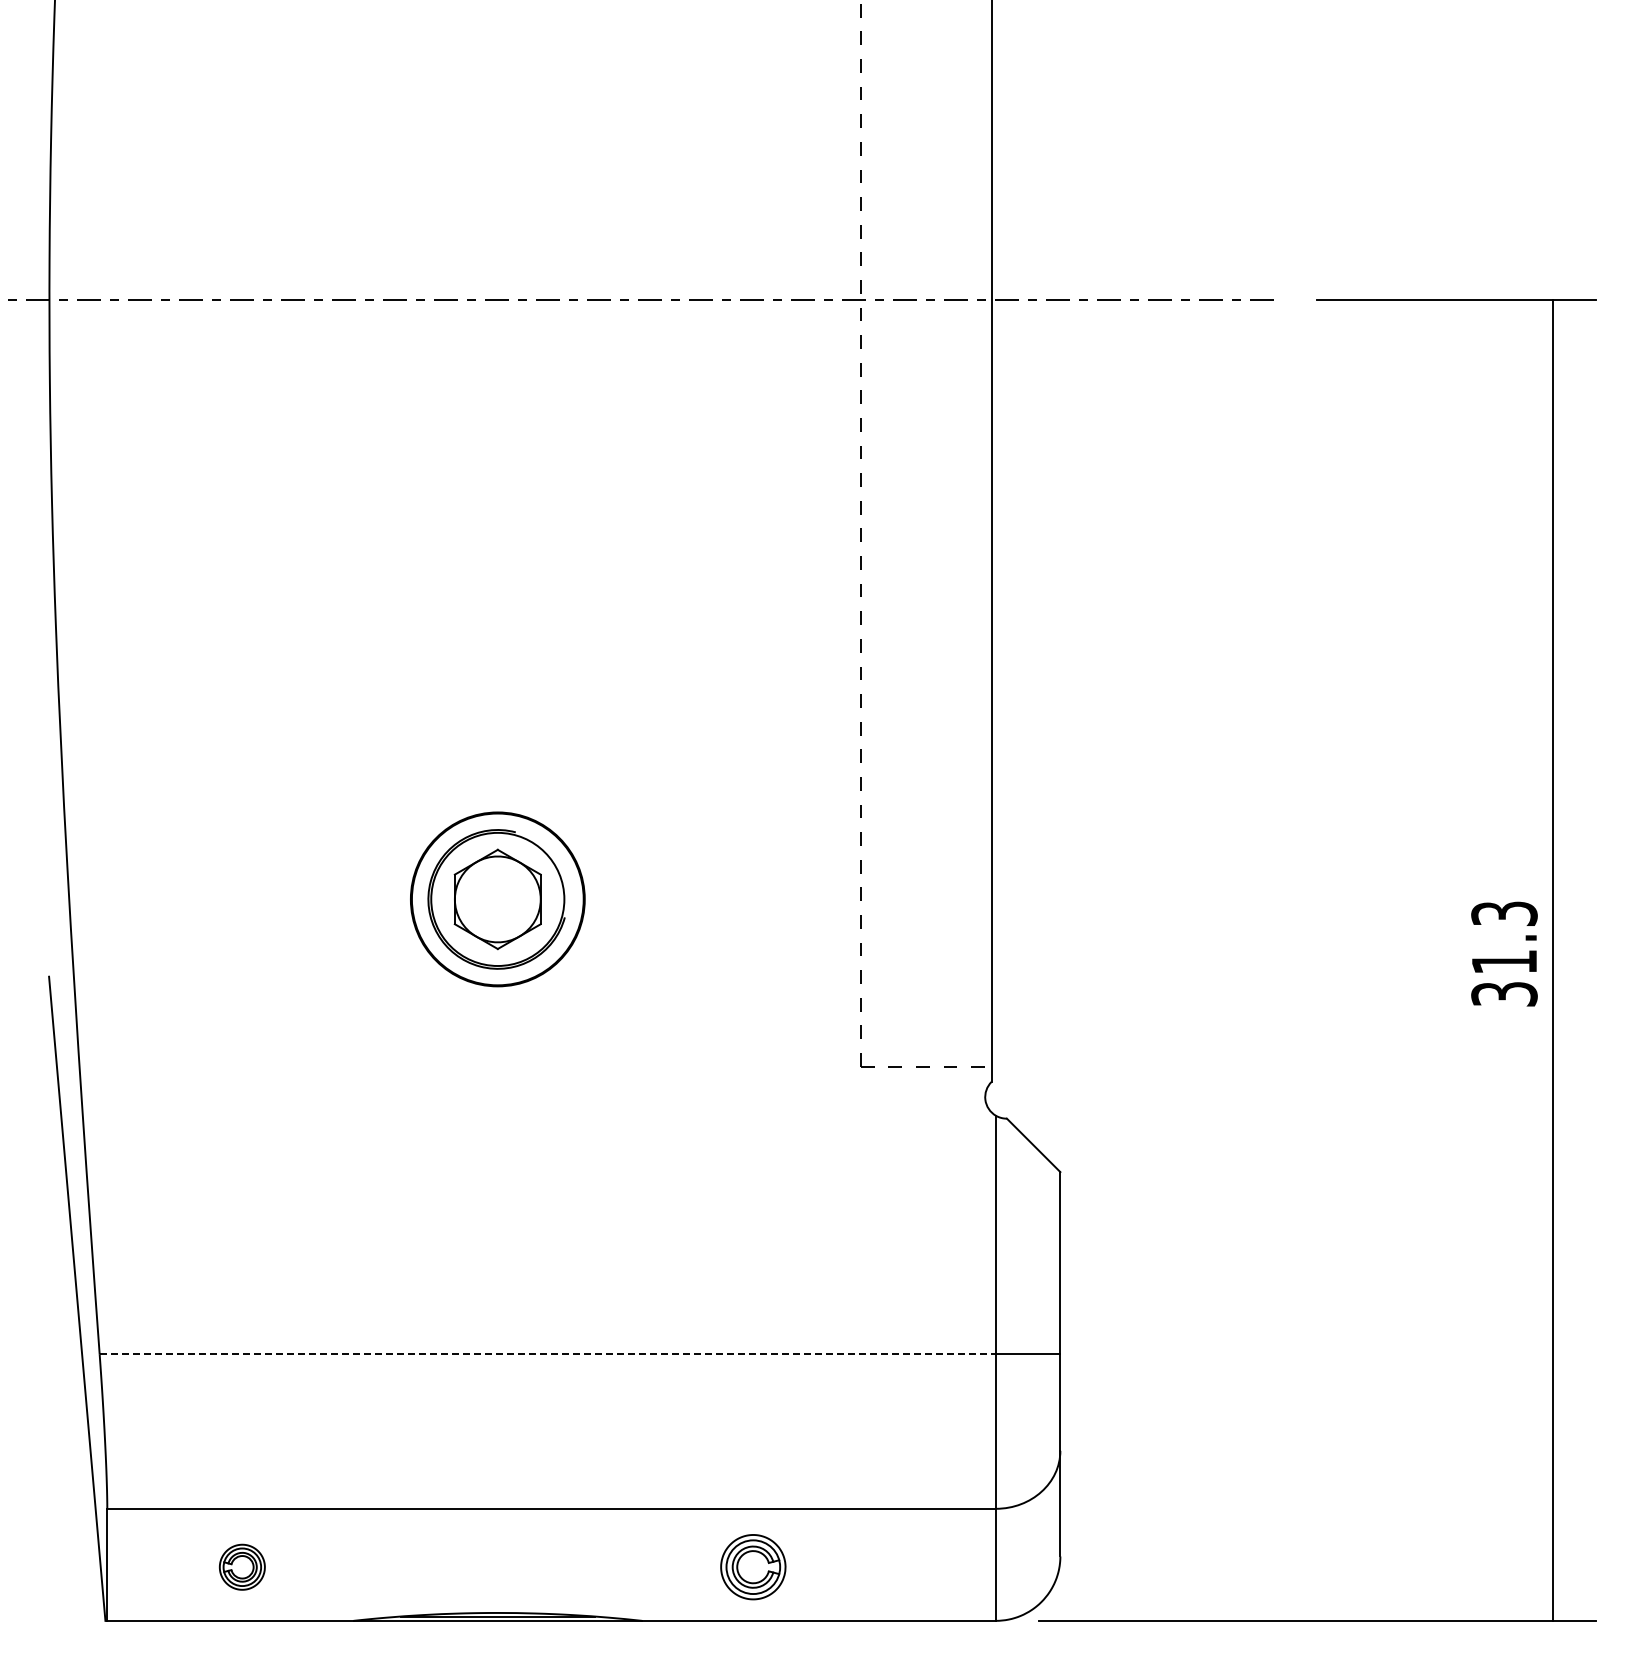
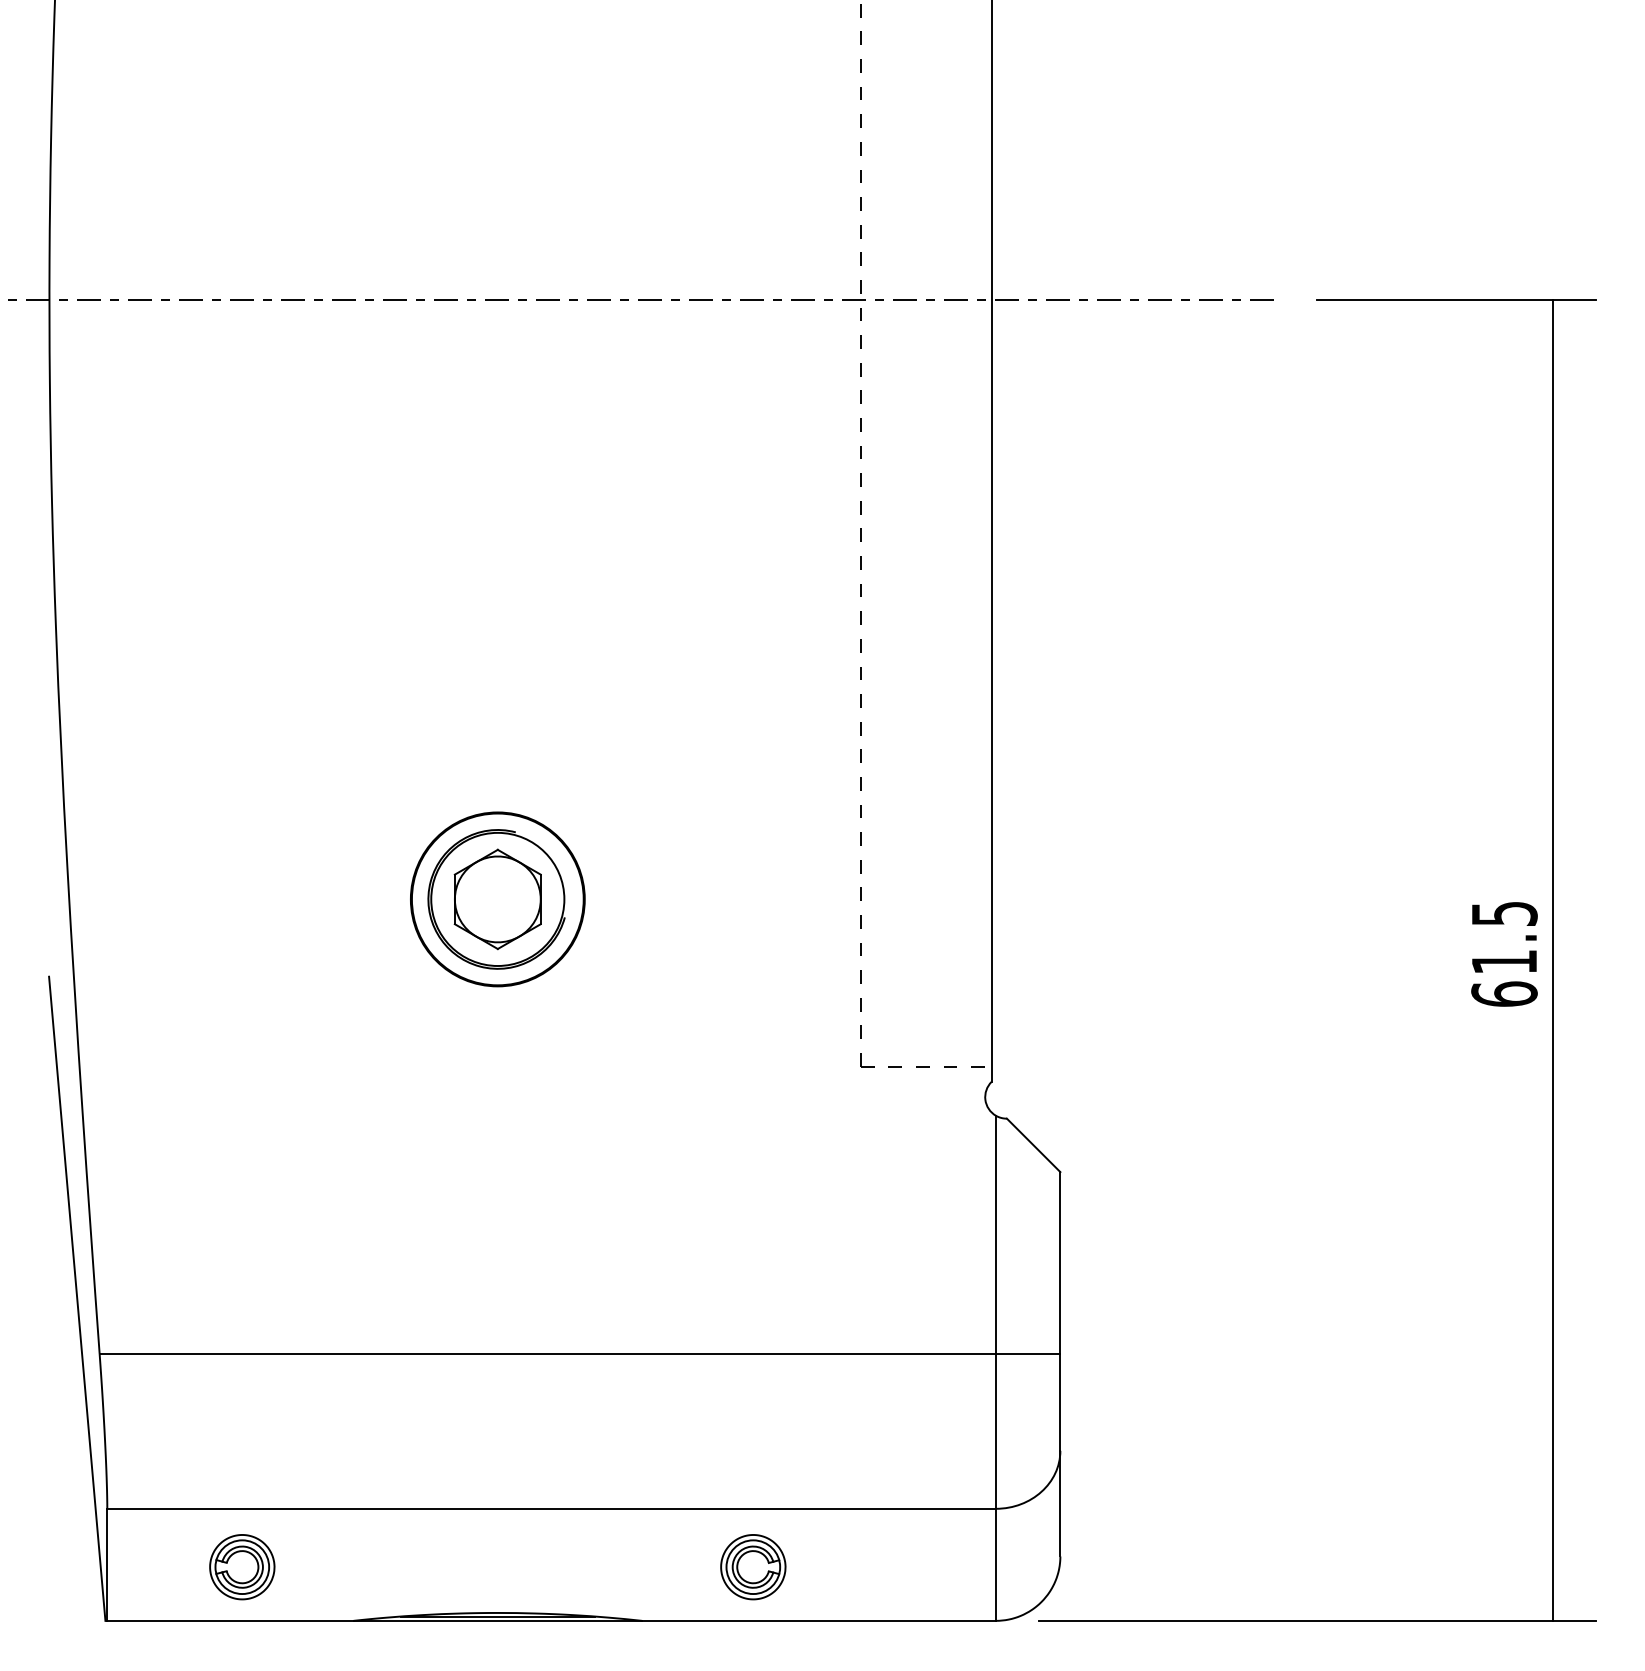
text at (1504, 953): 31.3 -> 61.5
line at (548, 1354): dashed -> solid
part at (241, 1566) size: 48x48 px -> 67x67 px
